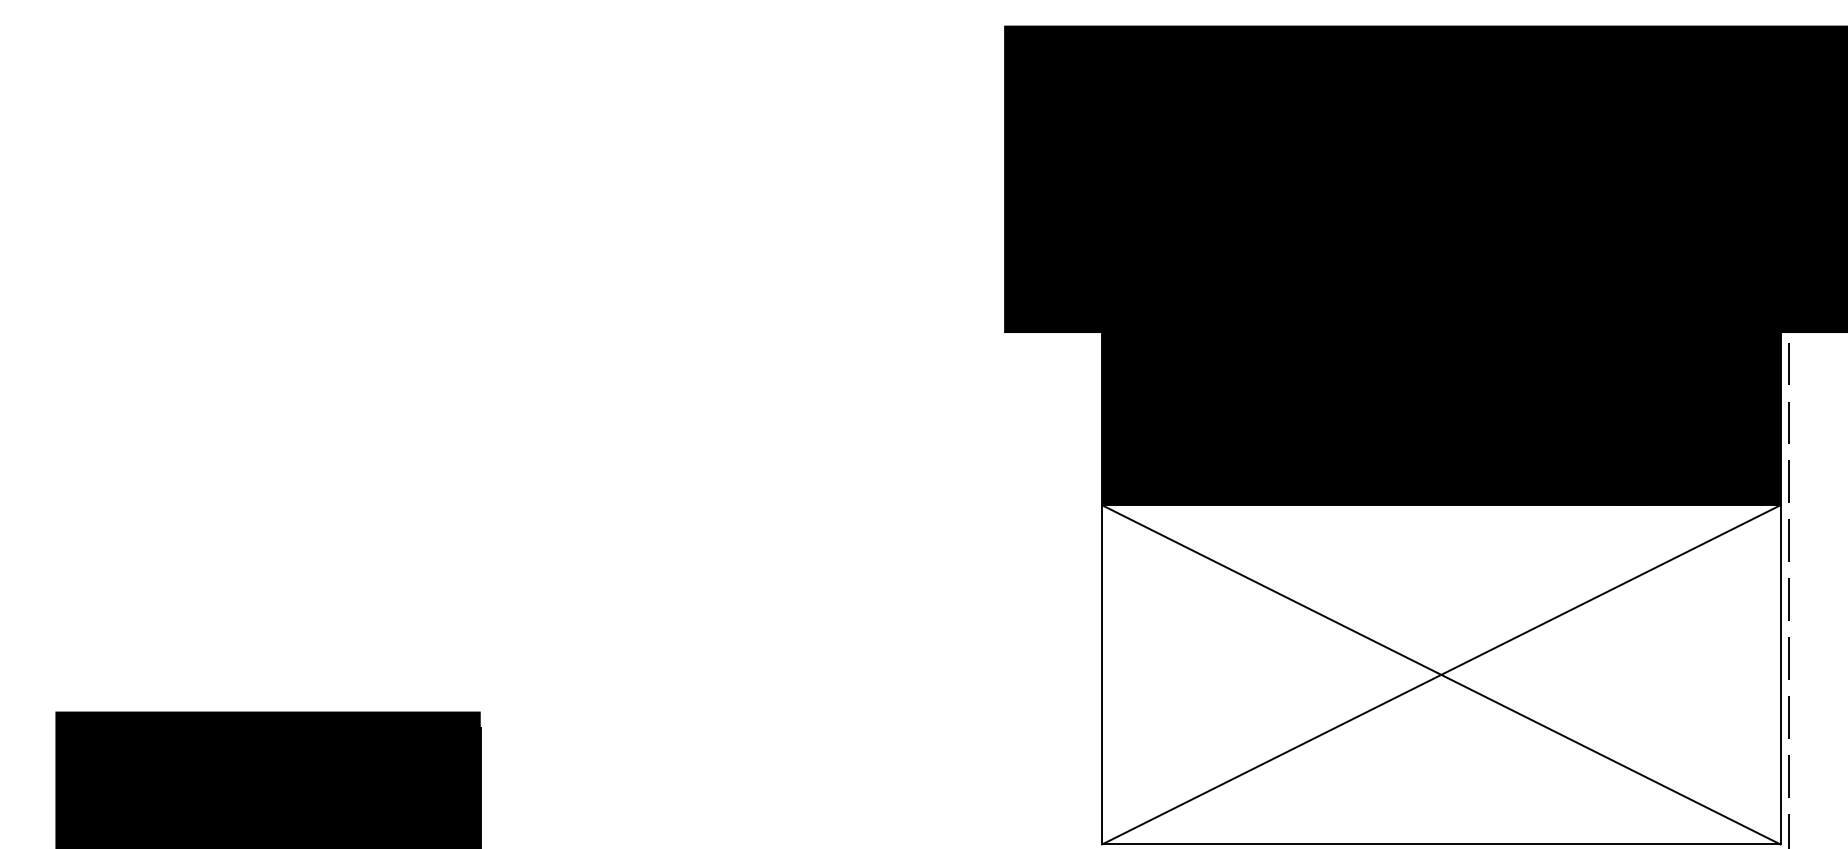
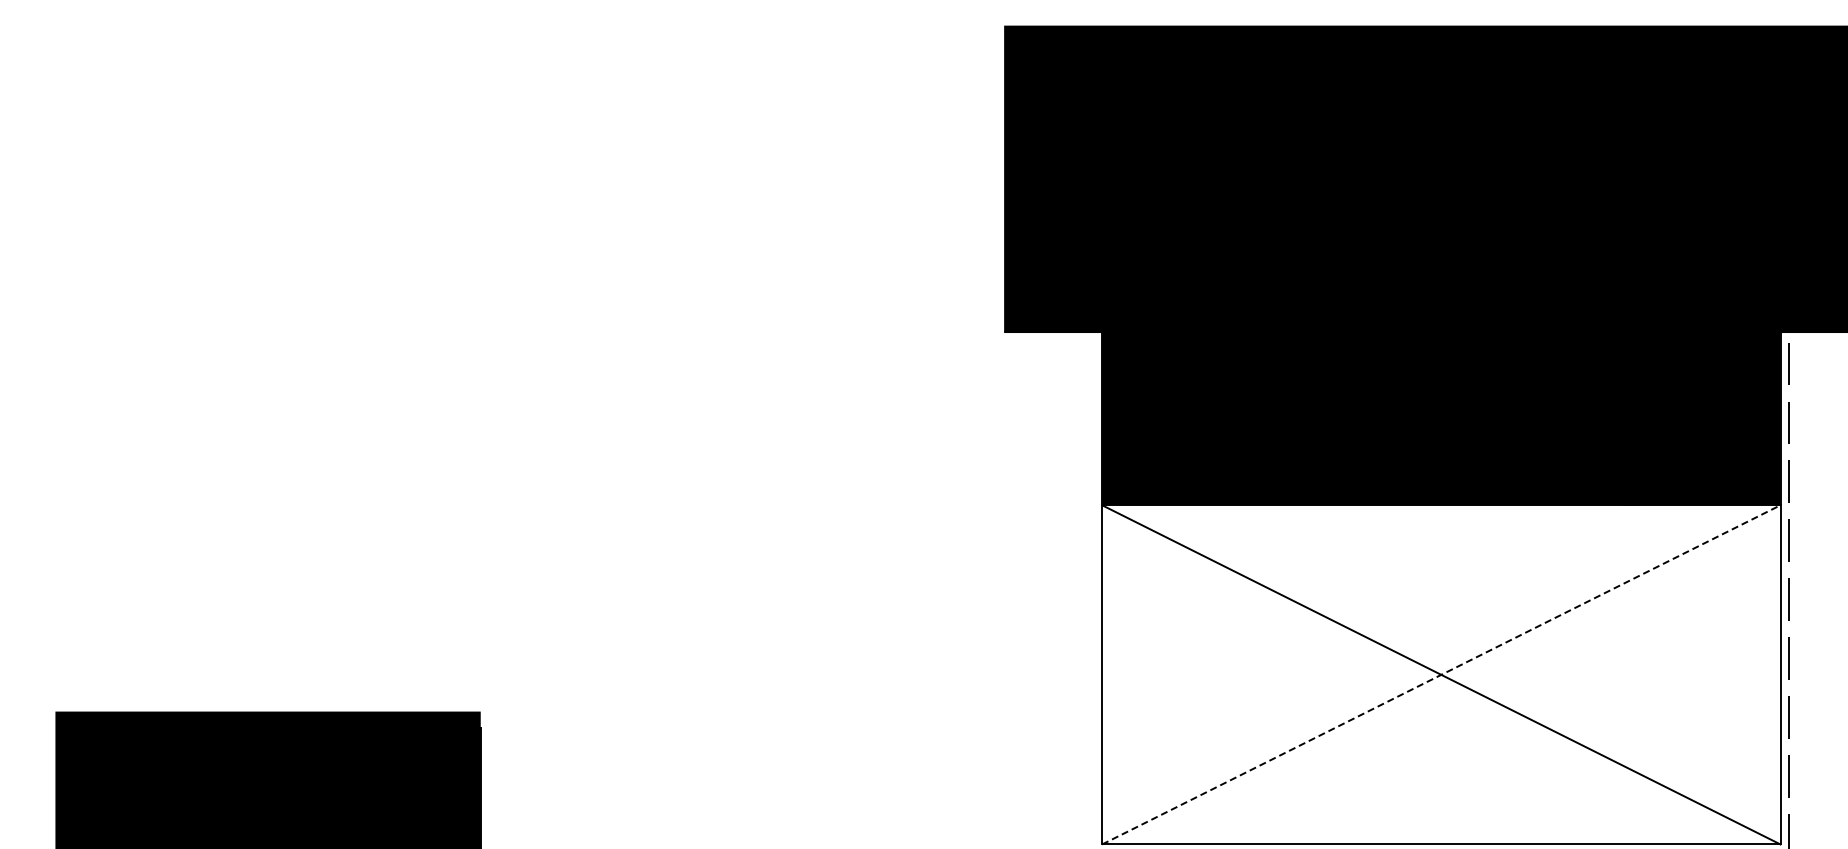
line at (1441, 674): solid -> dashed
